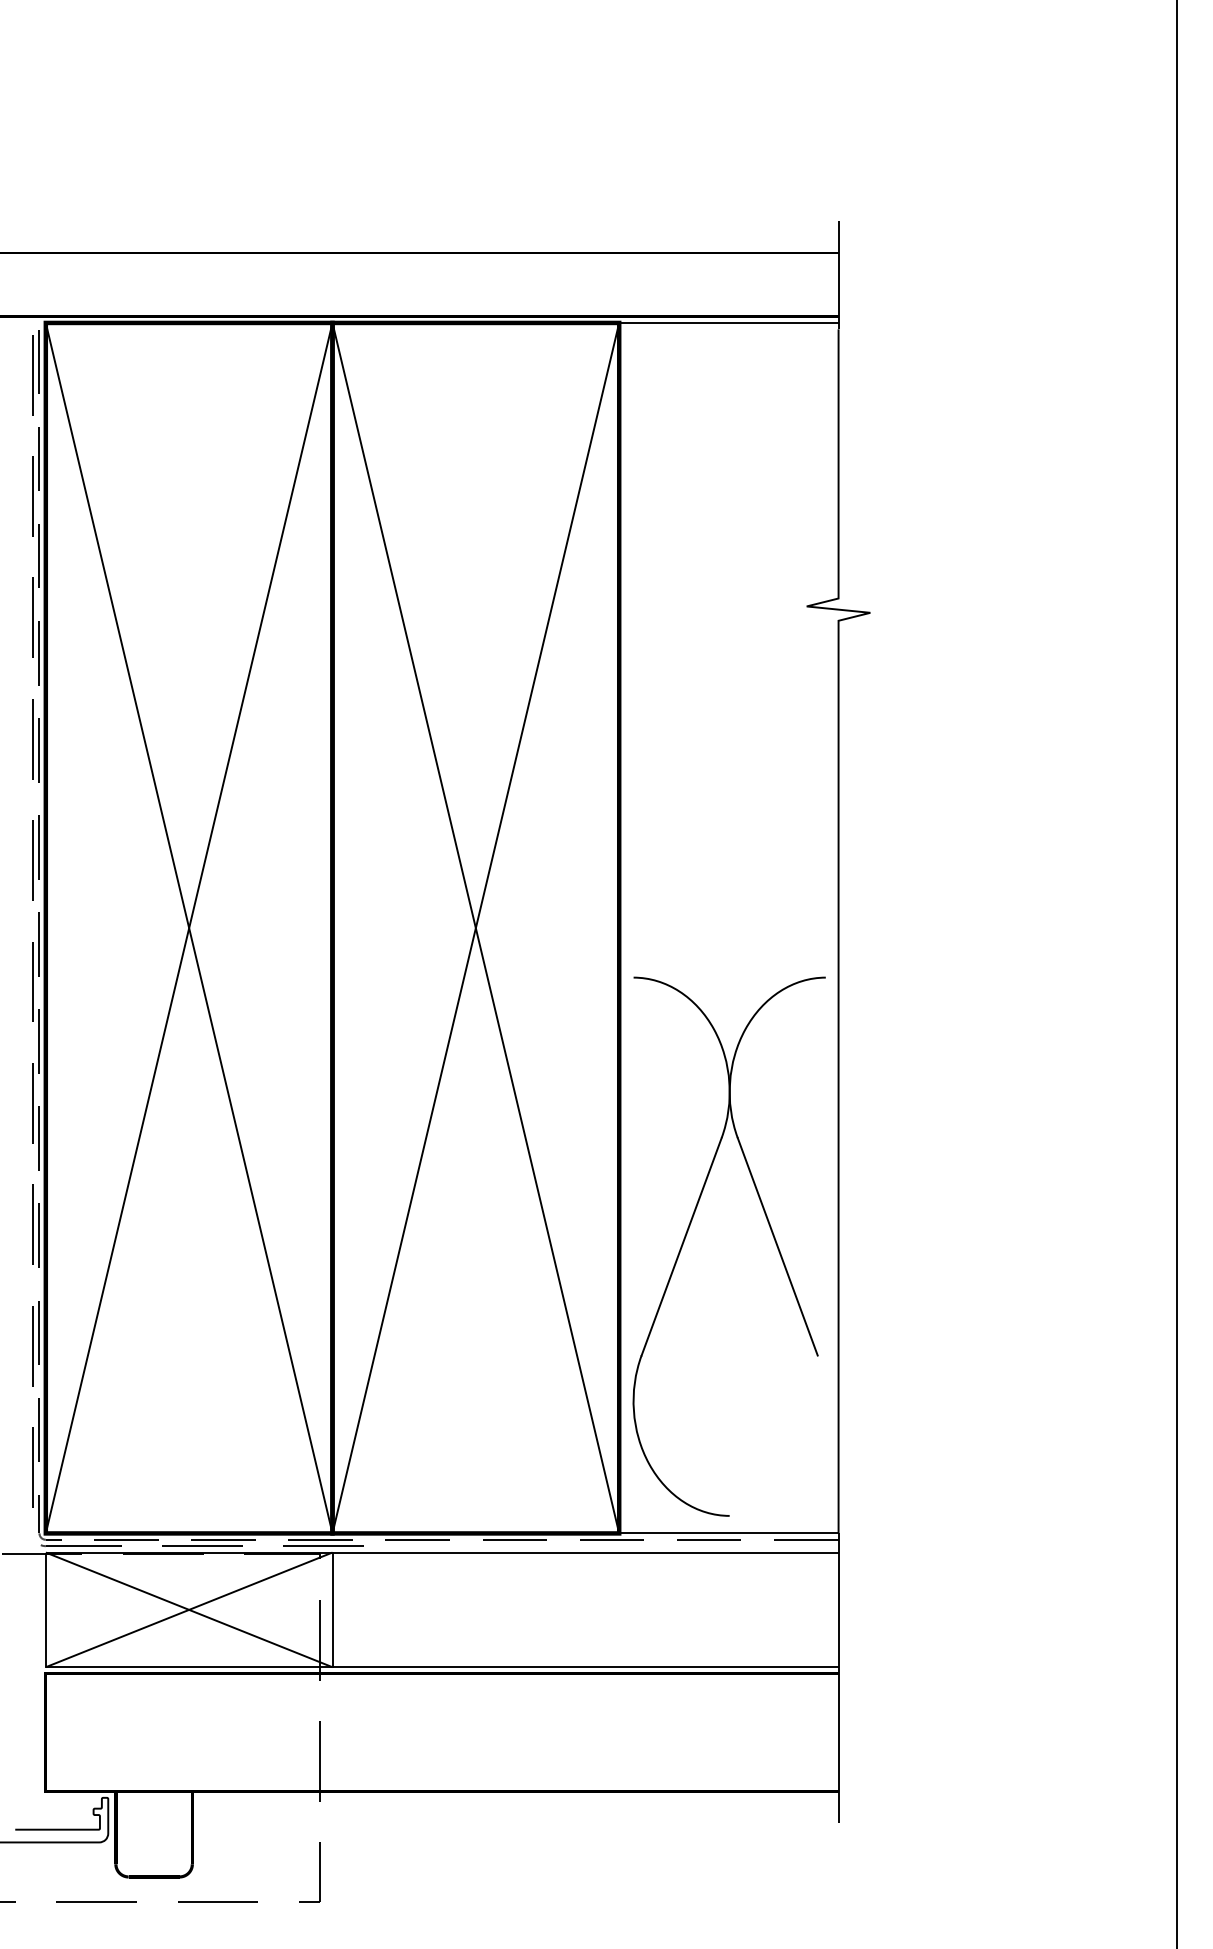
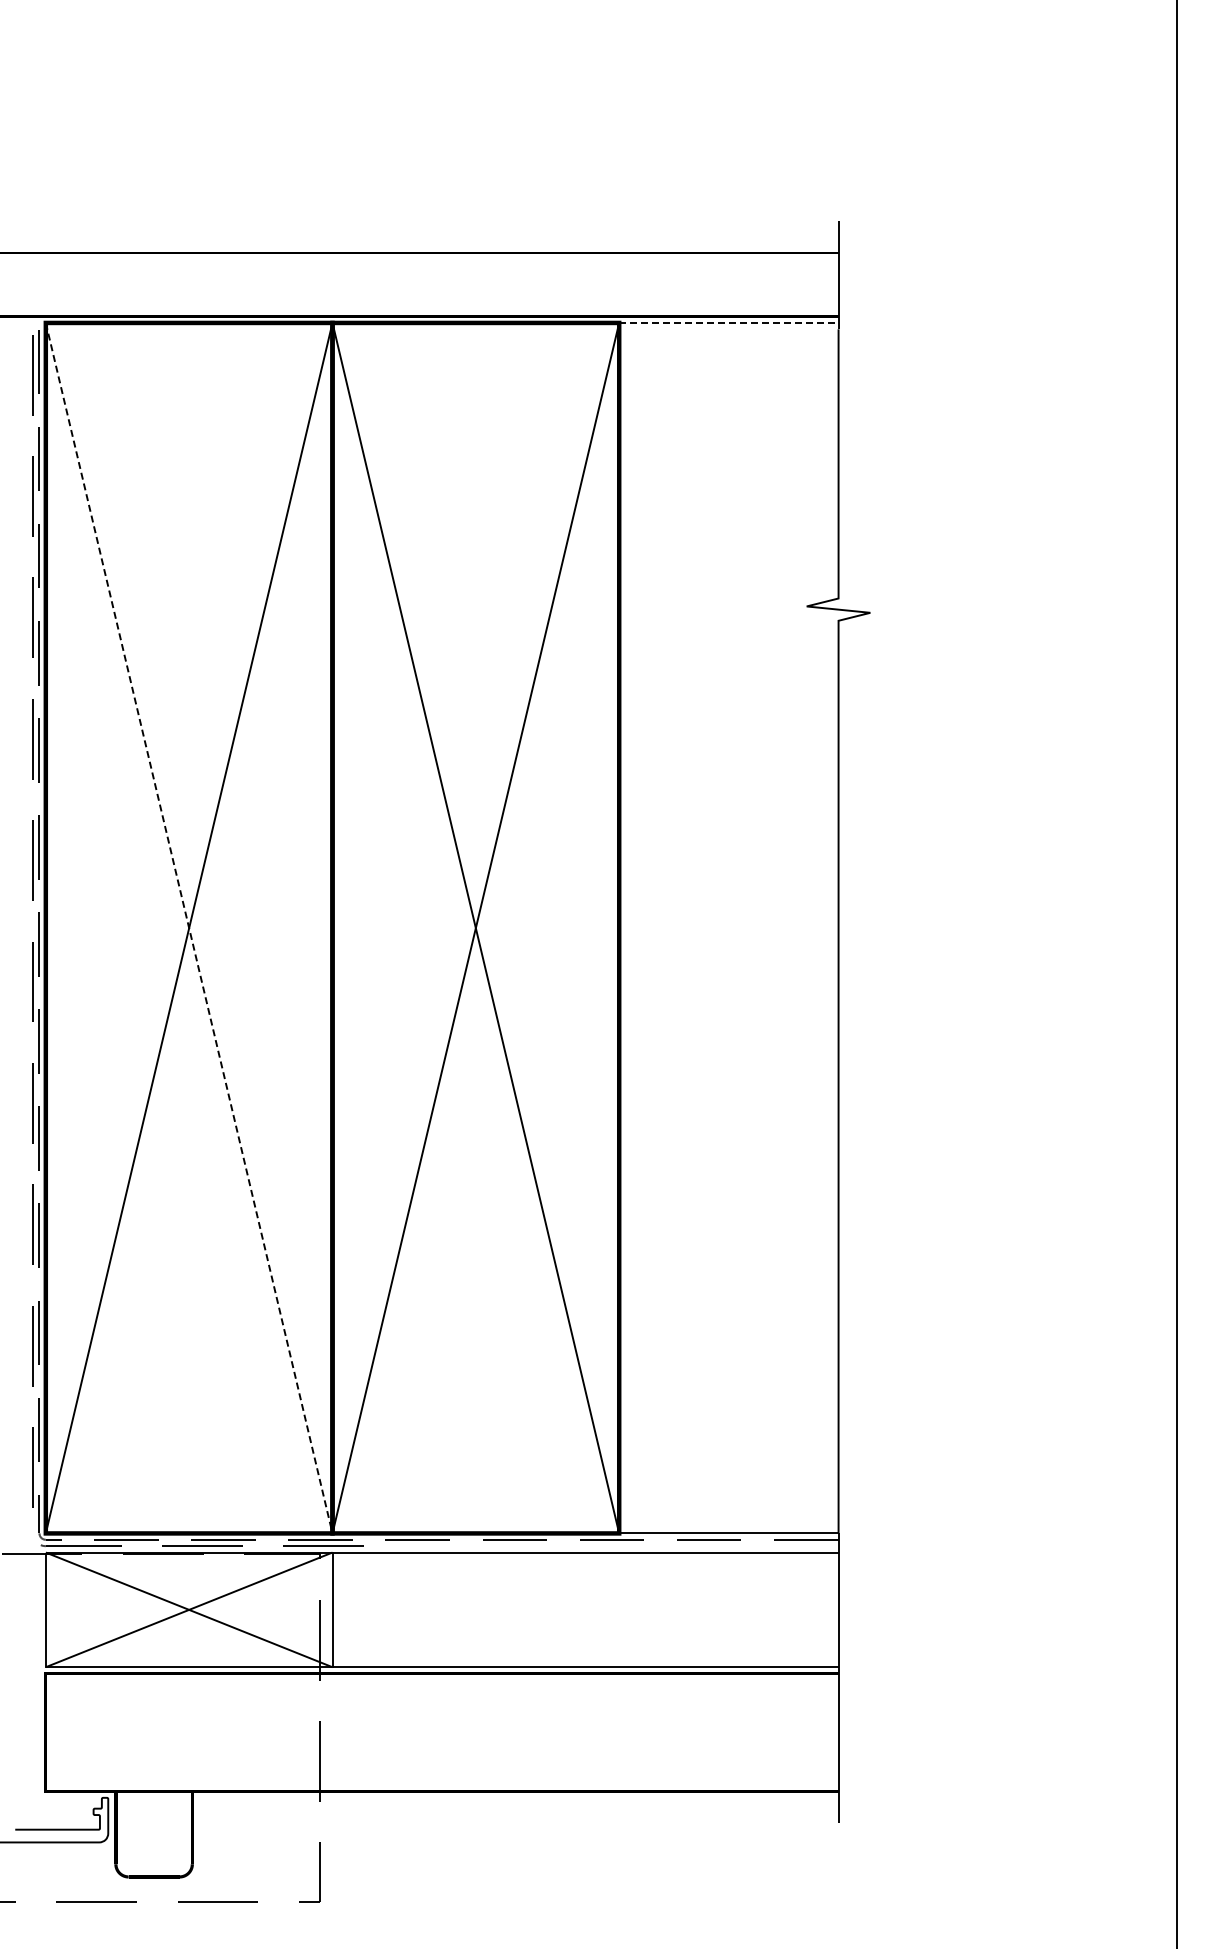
line at (728, 322): solid -> dashed
line at (189, 928): solid -> dashed
part at (688, 1231): present -> none
